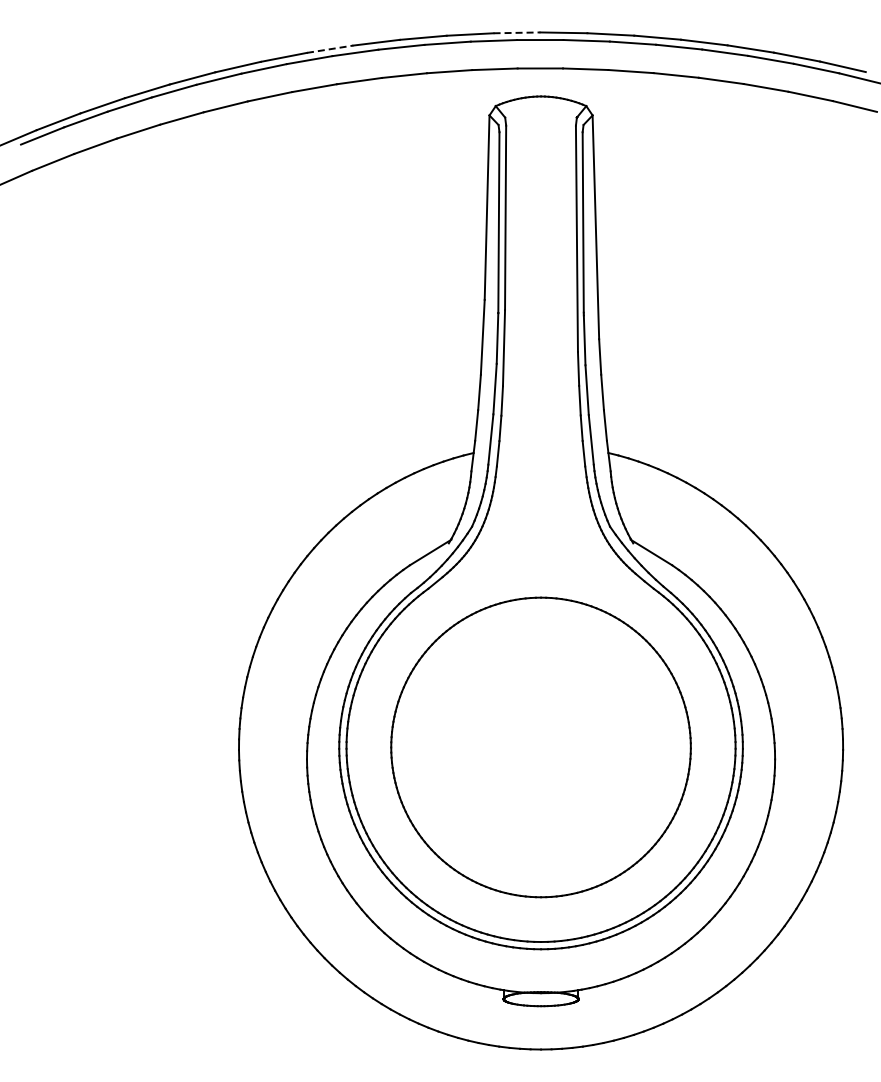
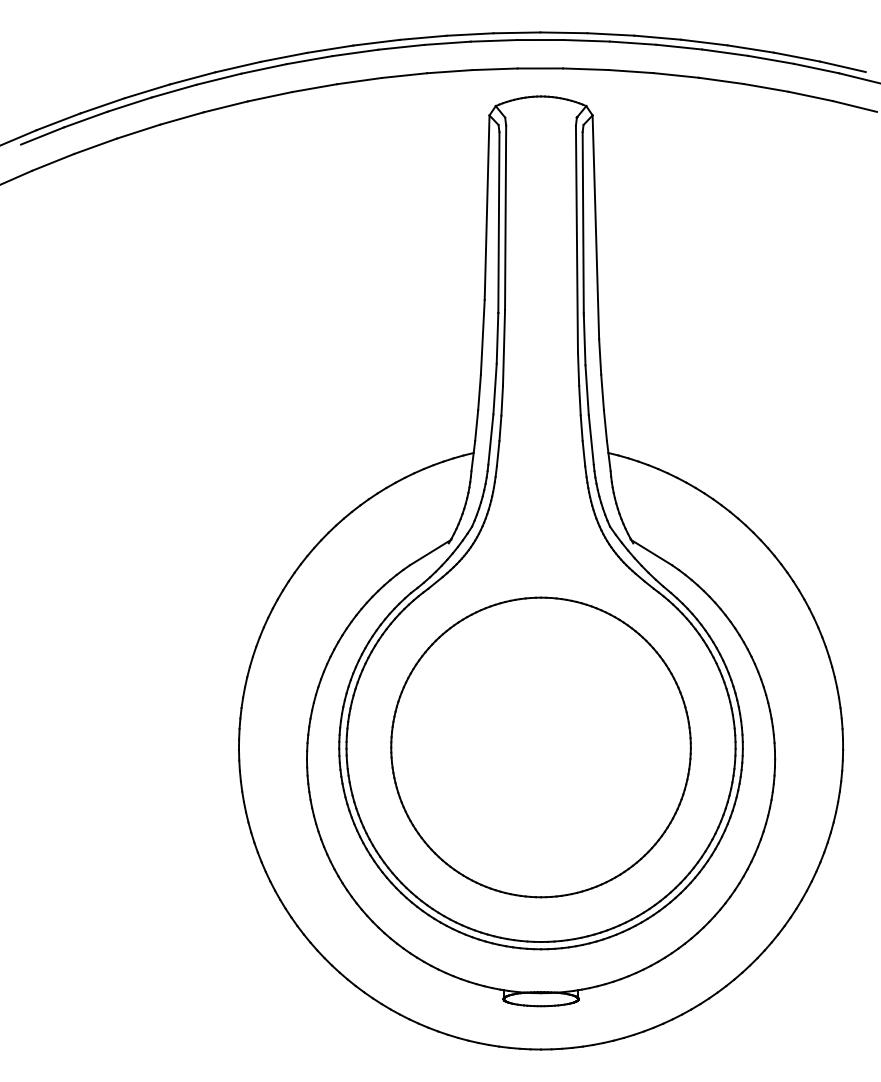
line at (517, 32): dashed -> solid
line at (330, 49): dashed -> solid
